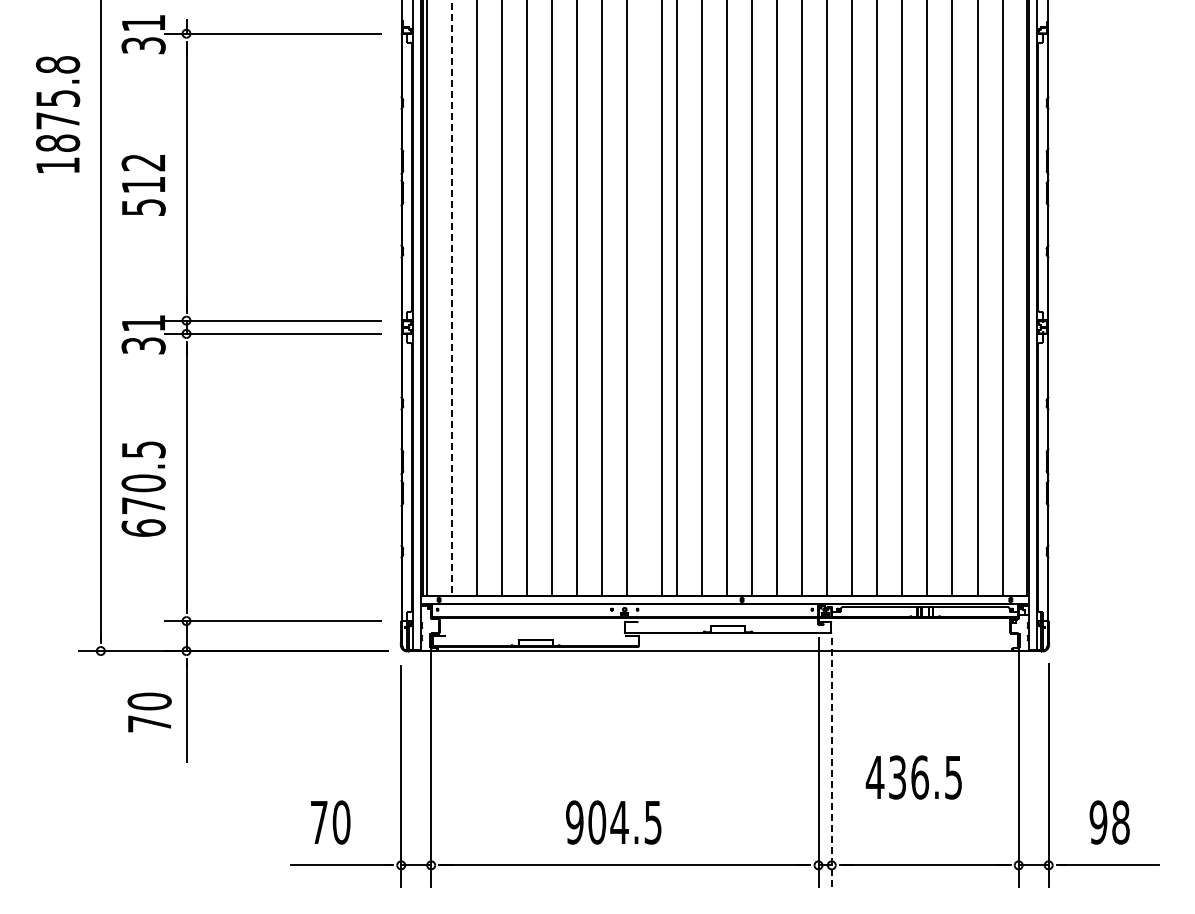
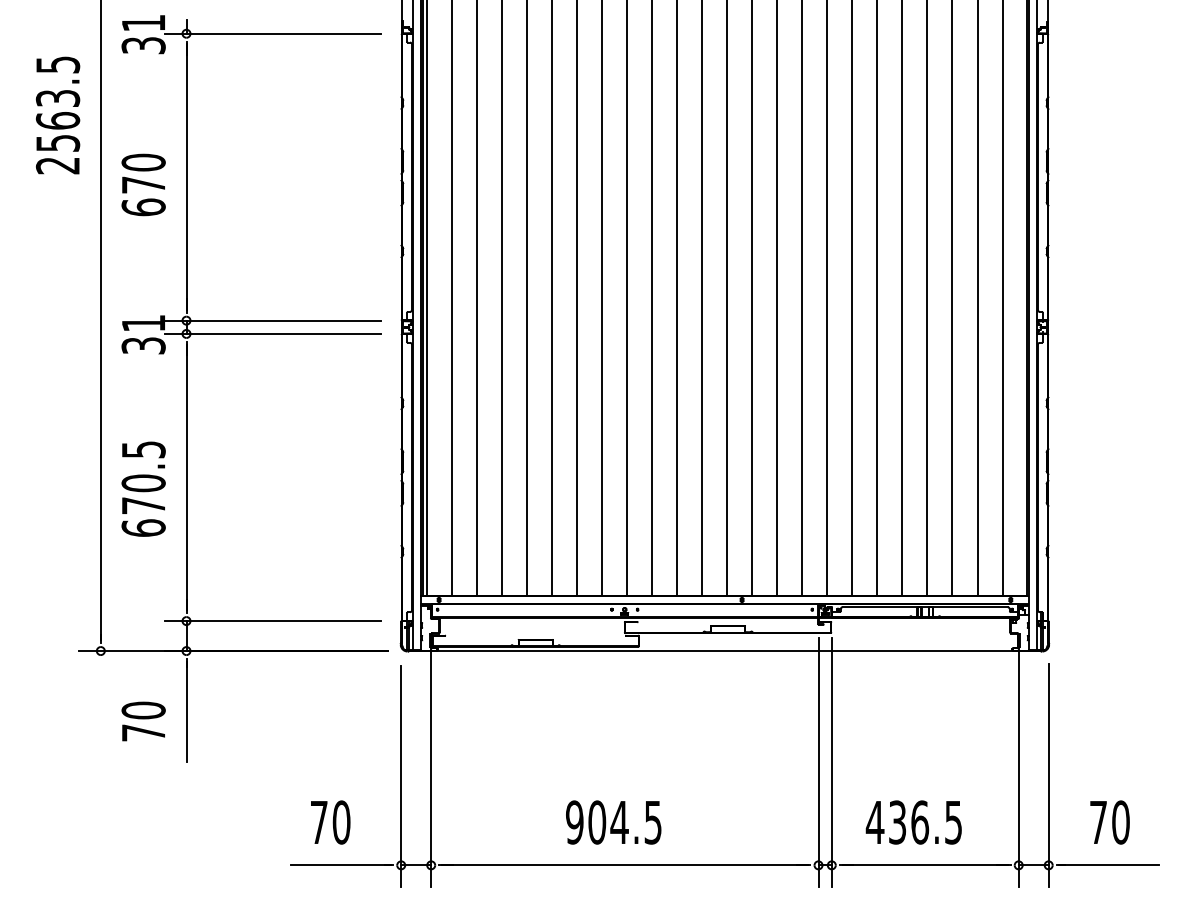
text at (57, 115): 1875.8 -> 2563.5
text at (143, 184): 512 -> 670
line at (452, 298): dashed -> solid
line at (662, 298) position: (662, 298) -> (652, 298)
text at (149, 712) position: (149, 712) -> (143, 721)
line at (831, 762): dashed -> solid
text at (913, 777) position: (913, 777) -> (913, 822)
text at (1109, 822): 98 -> 70
